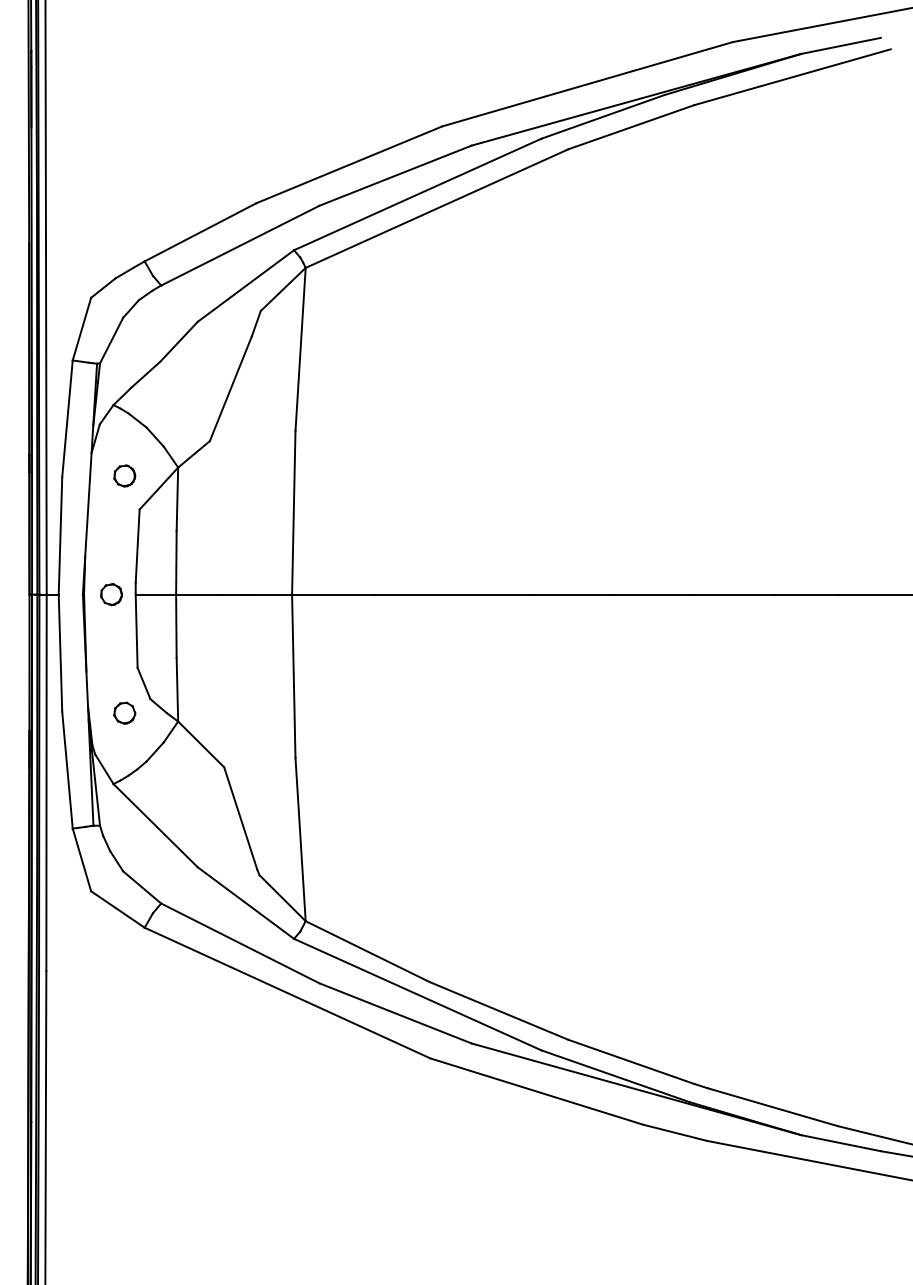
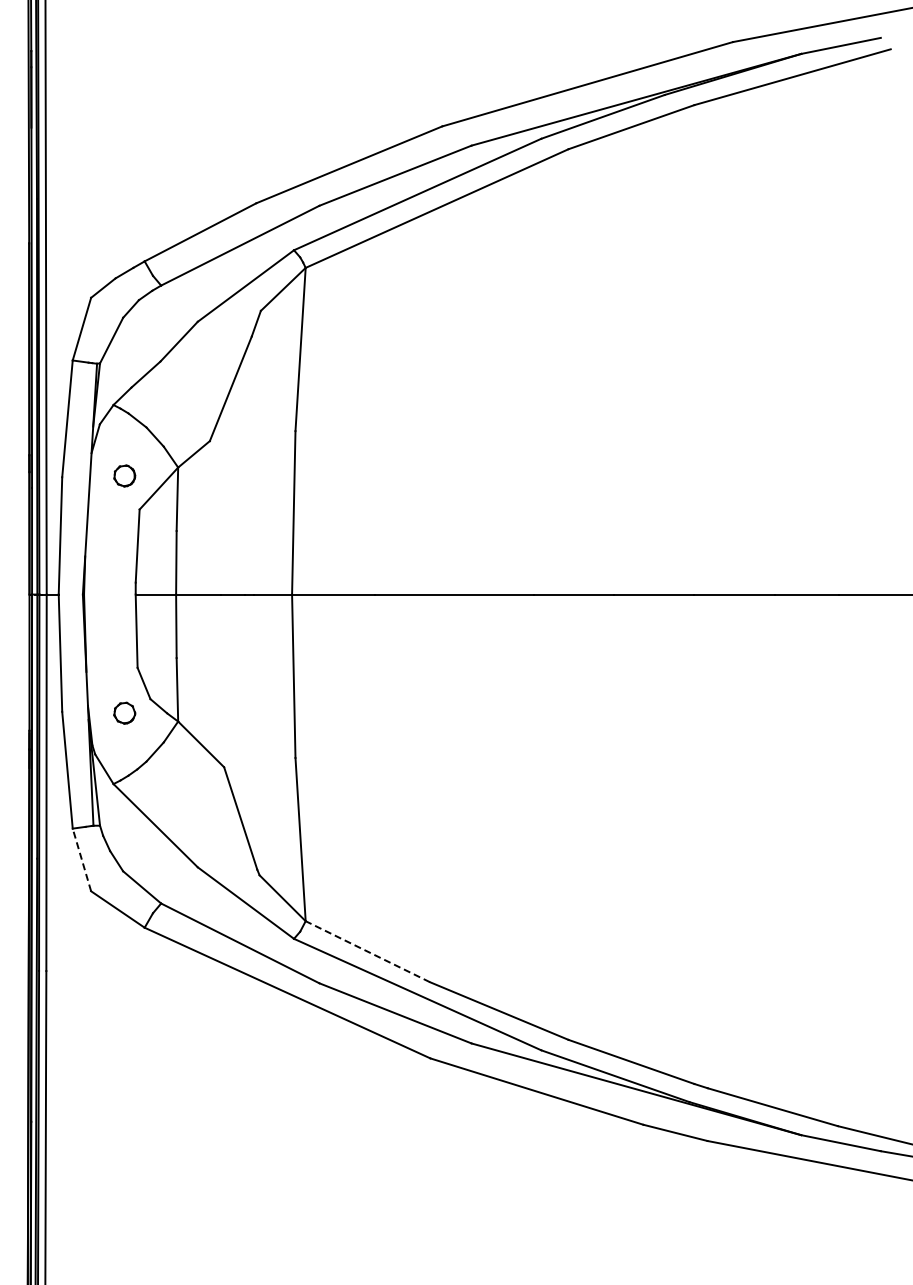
part at (111, 594): present -> none
line at (81, 859): solid -> dashed
line at (367, 951): solid -> dashed
